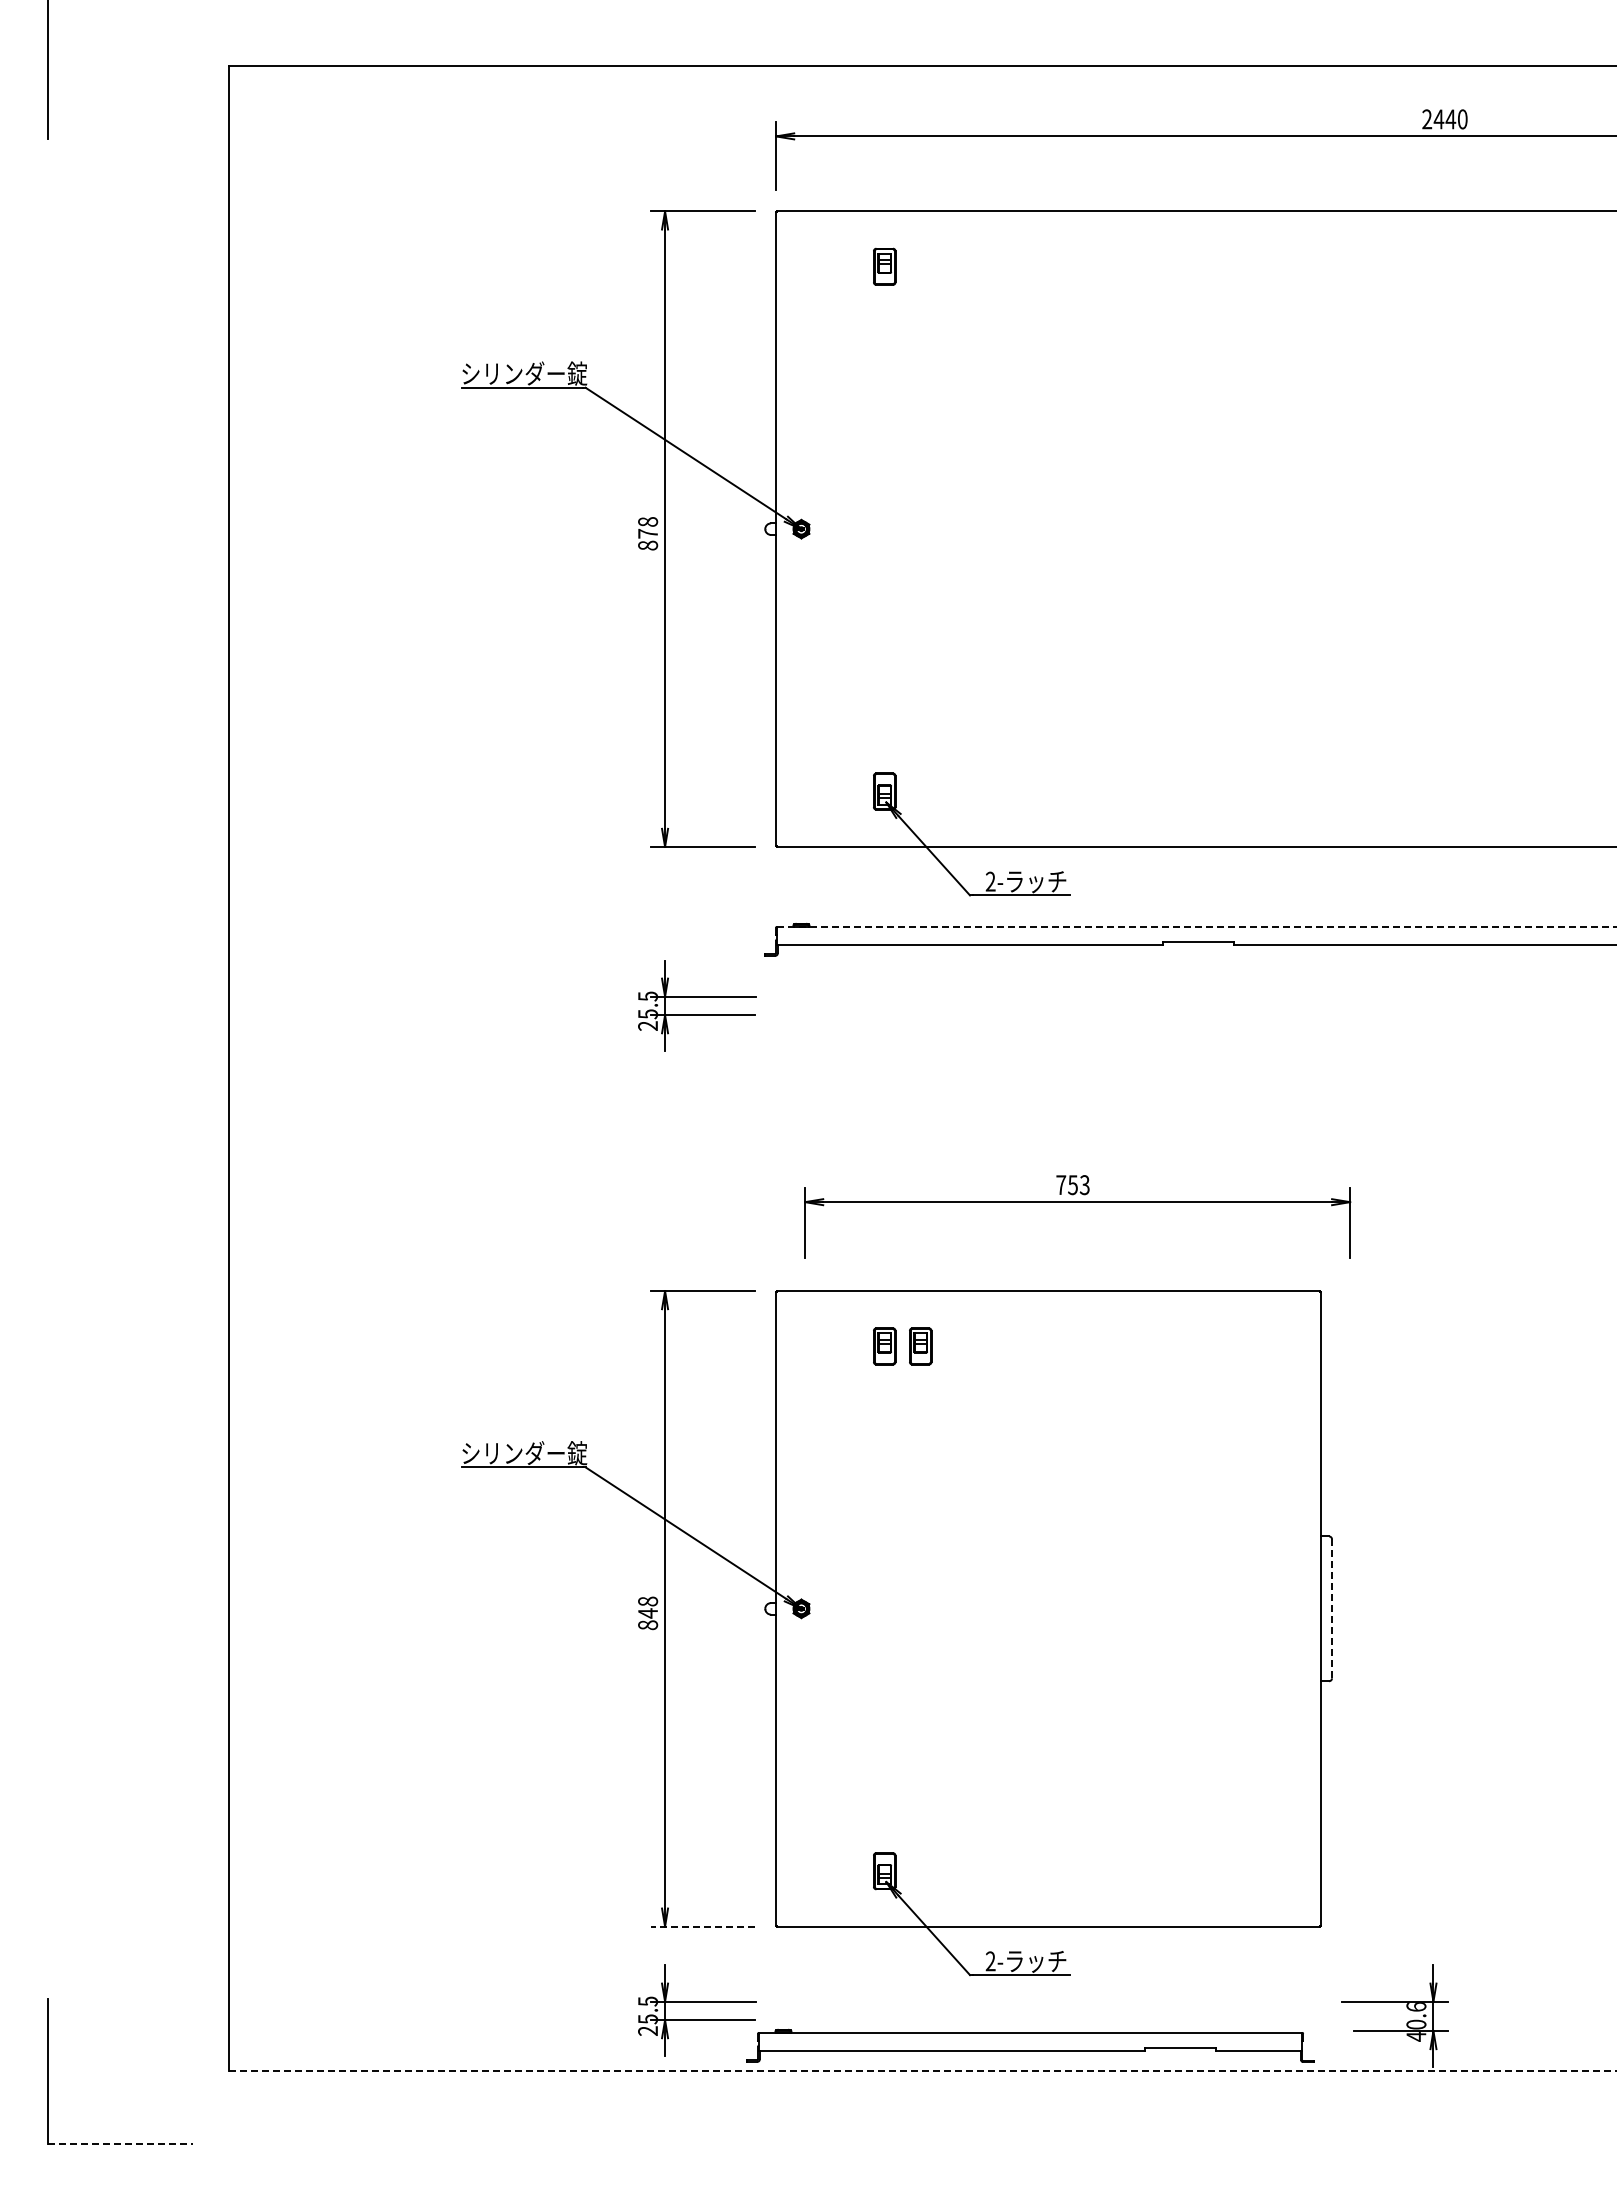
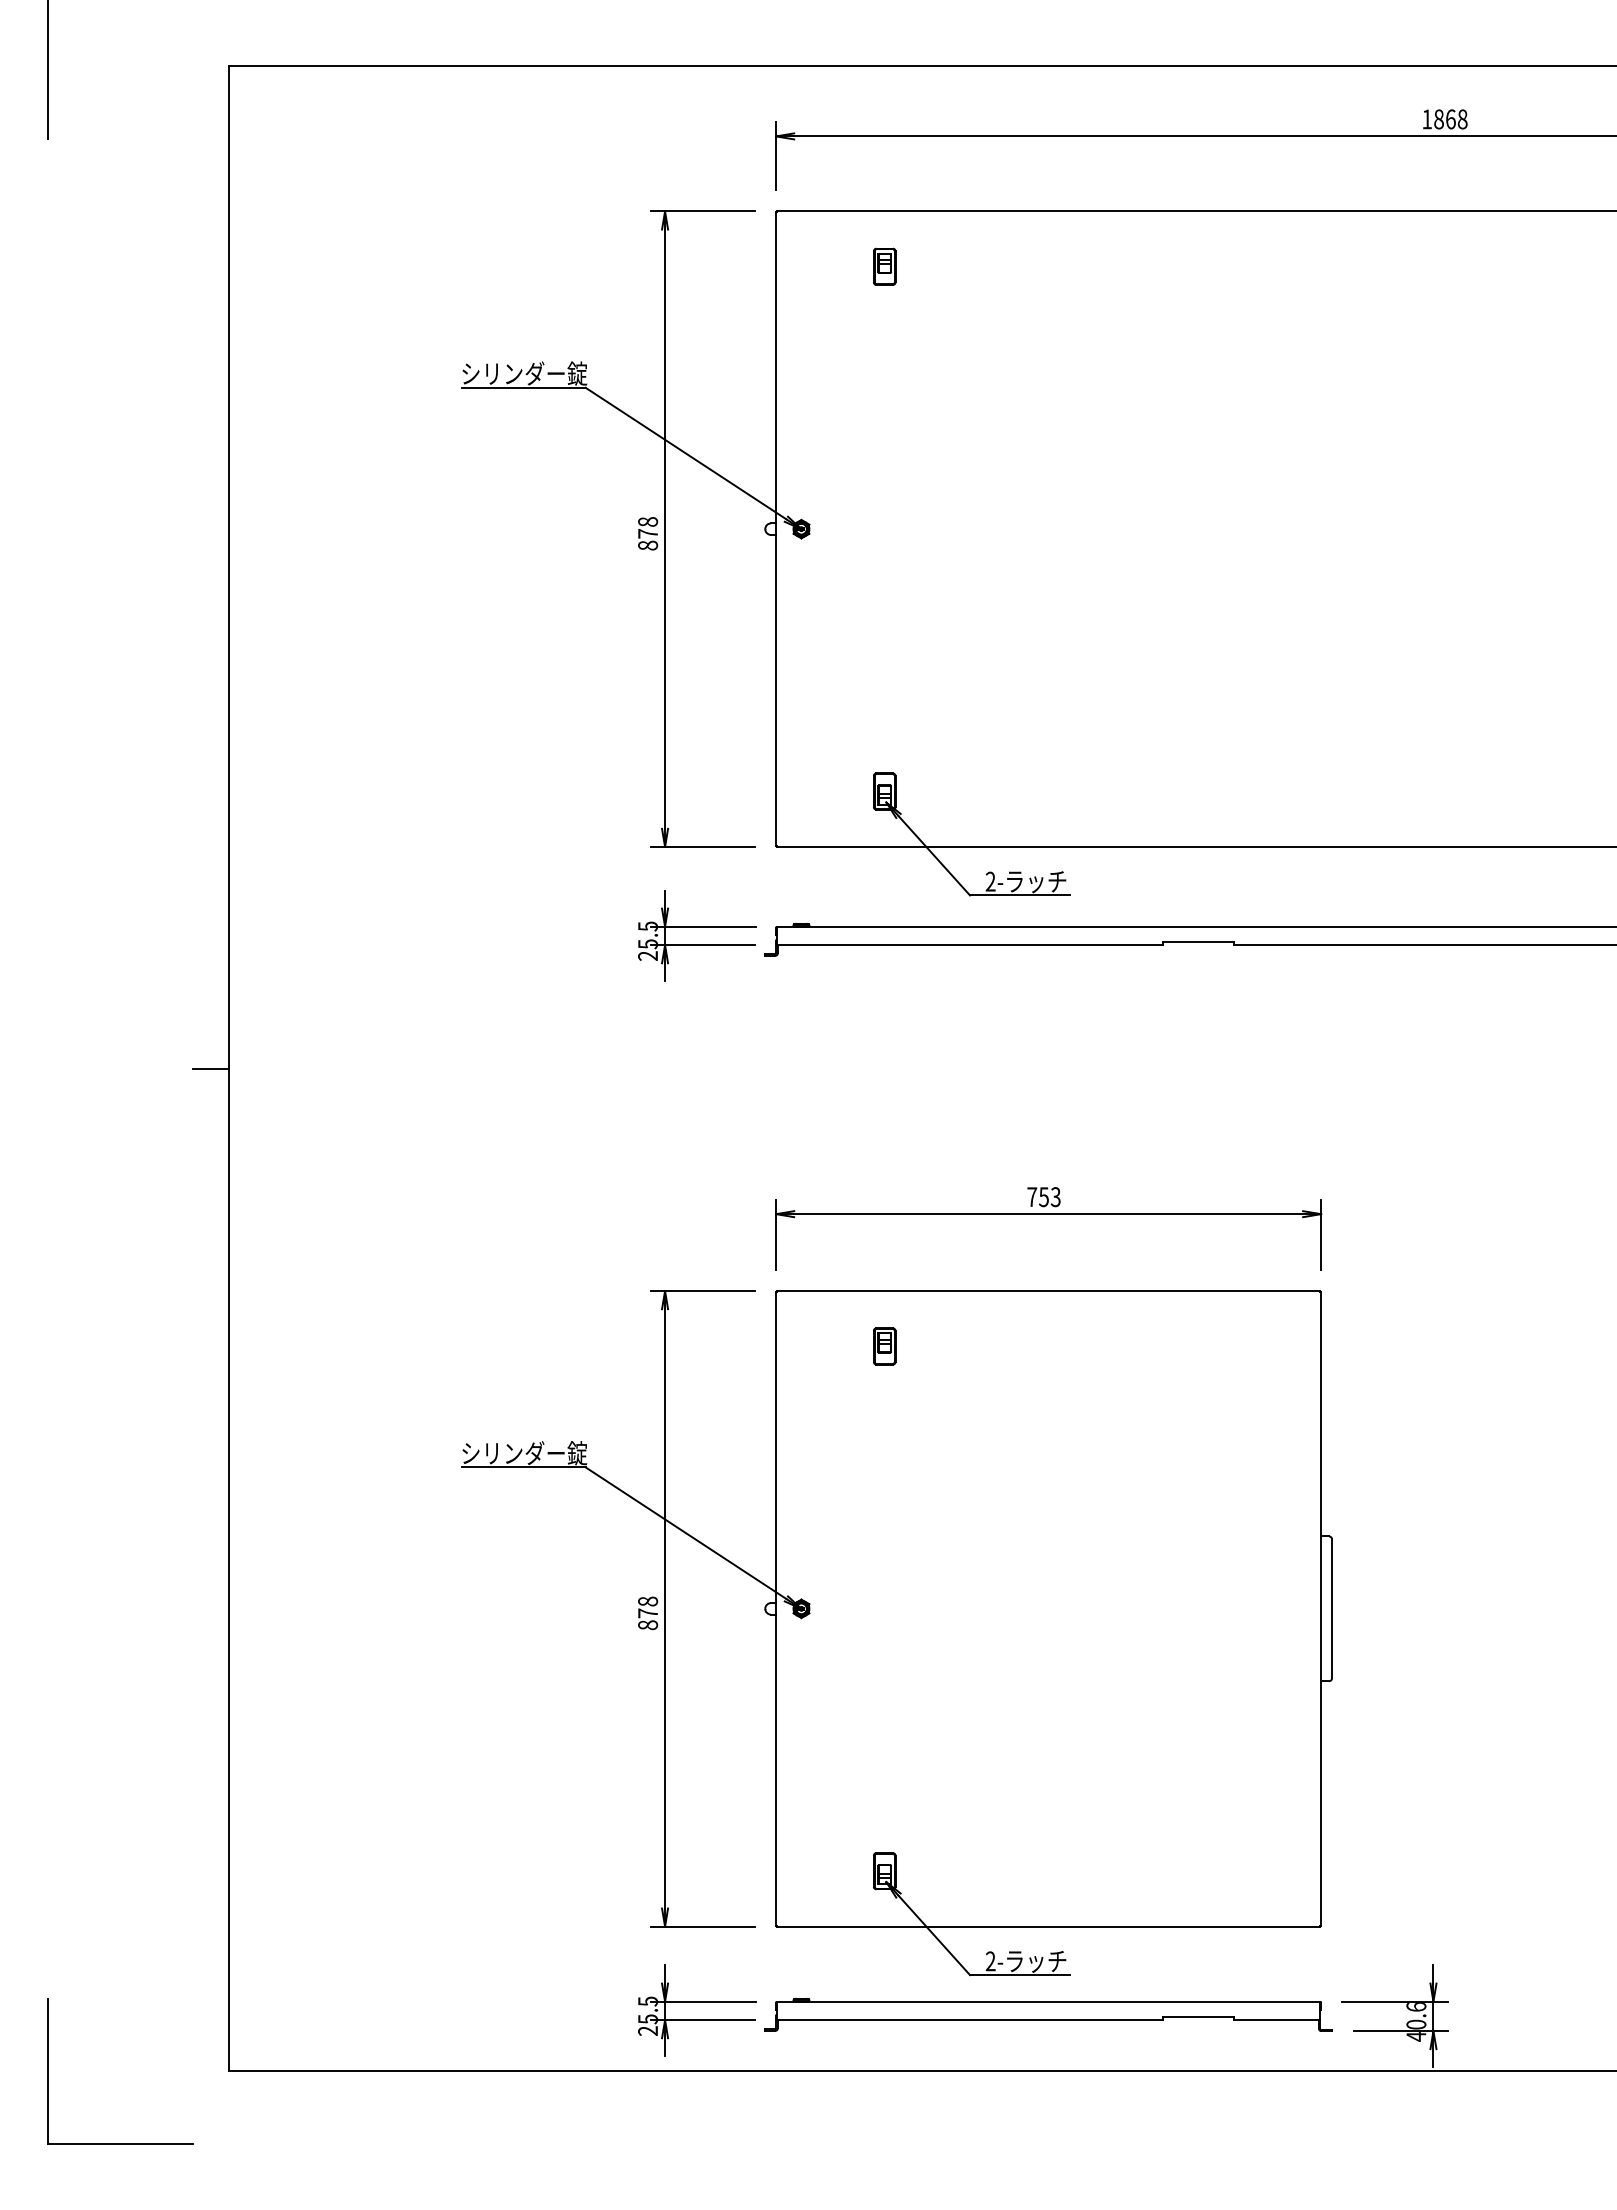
text at (1444, 119): 2440 -> 1868
line at (1196, 926): dashed -> solid
part at (697, 997) position: (697, 997) -> (697, 927)
line at (211, 1068): none -> present
part at (1077, 1202) position: (1077, 1202) -> (1048, 1214)
part at (920, 1346): present -> none
line at (1332, 1609): dashed -> solid
text at (647, 1613): 848 -> 878
line at (702, 1926): dashed -> solid
part at (1030, 2045) position: (1030, 2045) -> (1048, 2014)
line at (923, 2071): dashed -> solid
line at (121, 2143): dashed -> solid
